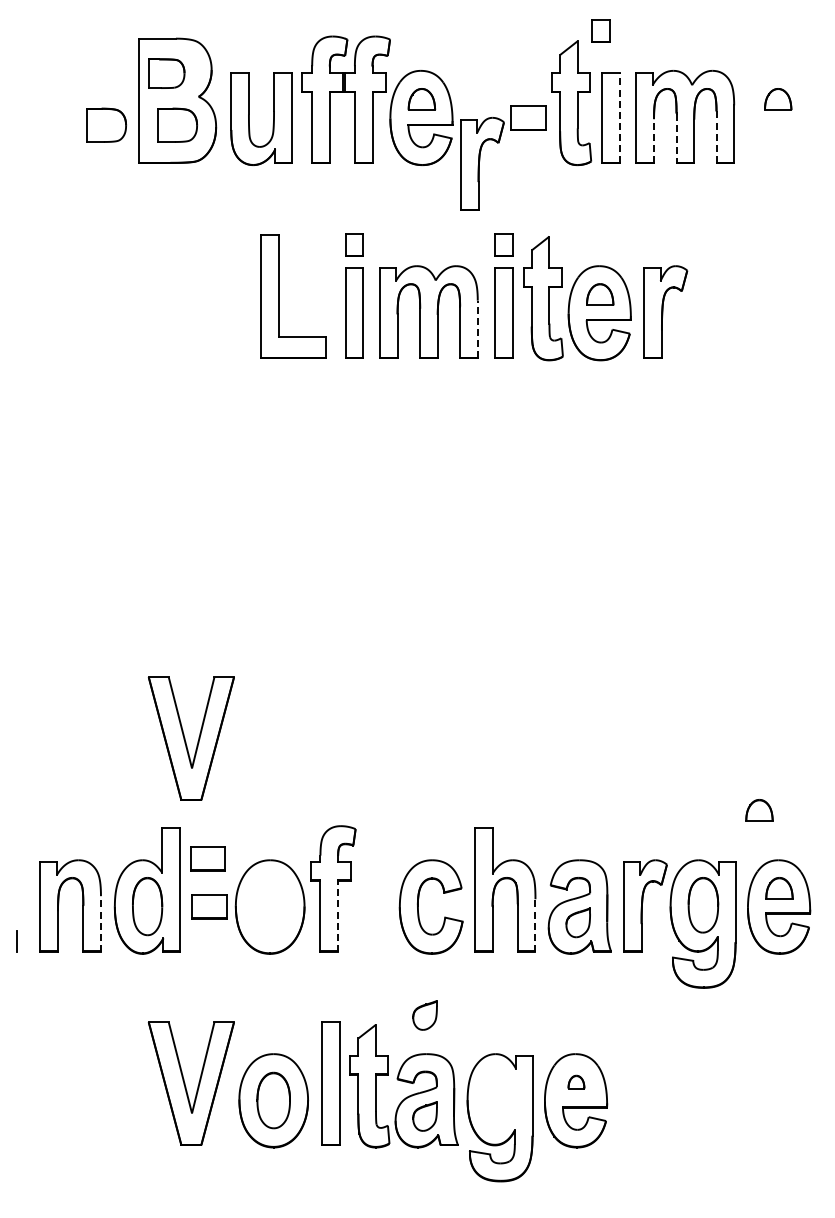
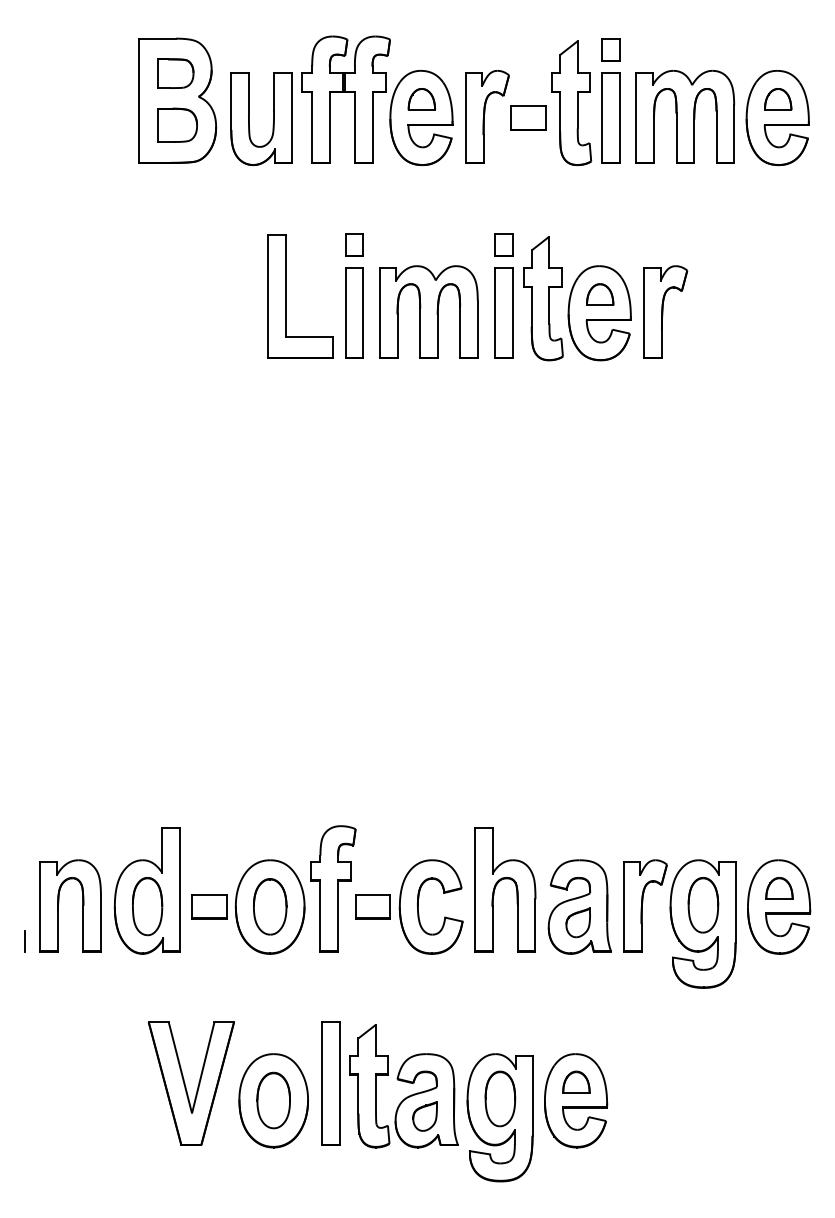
part at (600, 30) position: (600, 30) -> (610, 49)
part at (166, 73) position: (166, 73) -> (175, 73)
line at (619, 117): dashed -> solid
part at (777, 117): none -> present
part at (106, 124): present -> none
line at (716, 137): dashed -> solid
line at (676, 138): dashed -> solid
line at (654, 141): dashed -> solid
part at (482, 163) position: (482, 163) -> (487, 116)
part at (279, 296) position: (279, 296) -> (286, 296)
line at (477, 329): dashed -> solid
part at (190, 738): present -> none
part at (759, 810): present -> none
part at (207, 858) position: (207, 858) -> (372, 906)
part at (270, 906): none -> present
line at (338, 915): dashed -> solid
line at (100, 923): dashed -> solid
line at (535, 925): dashed -> solid
line at (16, 941) position: (16, 941) -> (24, 941)
part at (424, 1015): present -> none
part at (576, 1081) size: 19x16 px -> 29x24 px
part at (500, 1098): none -> present
